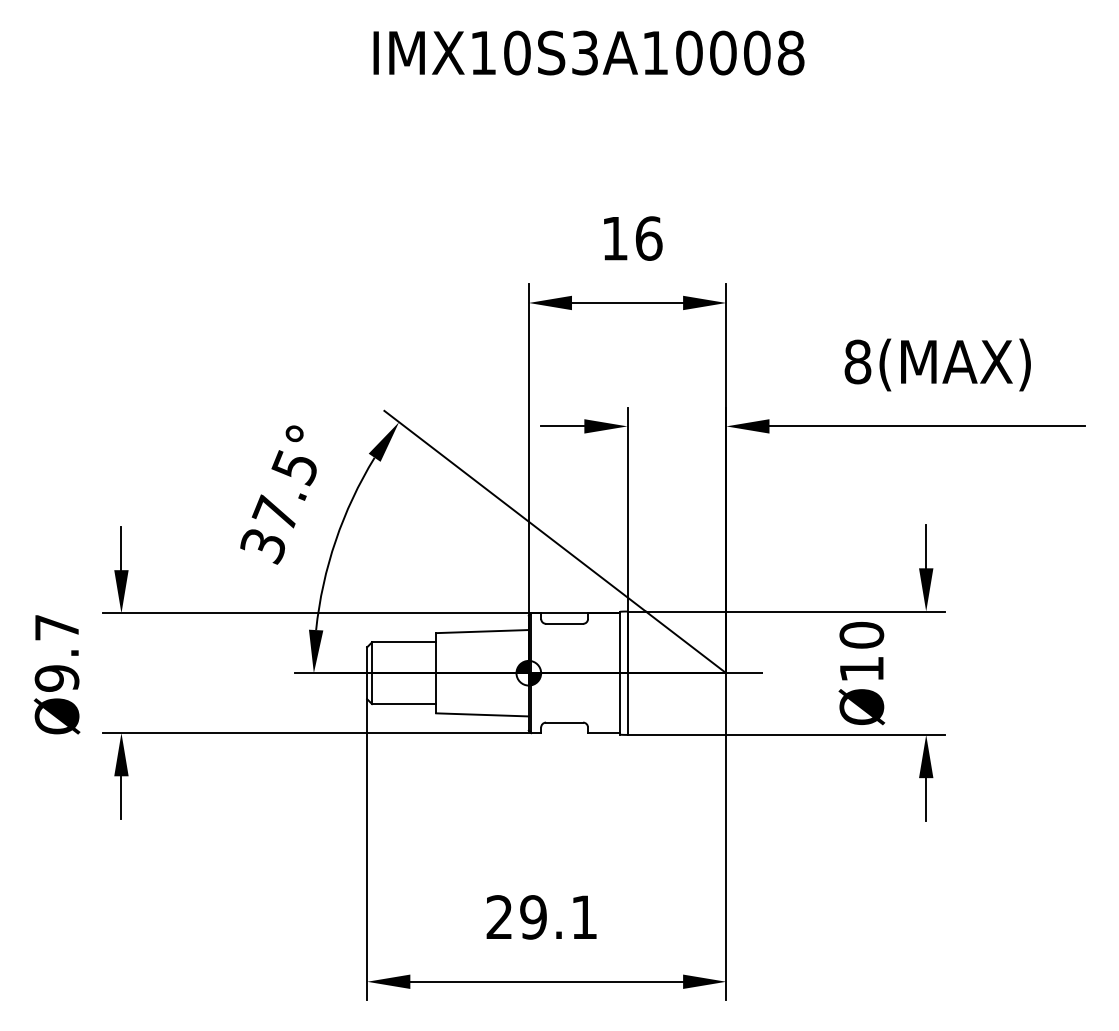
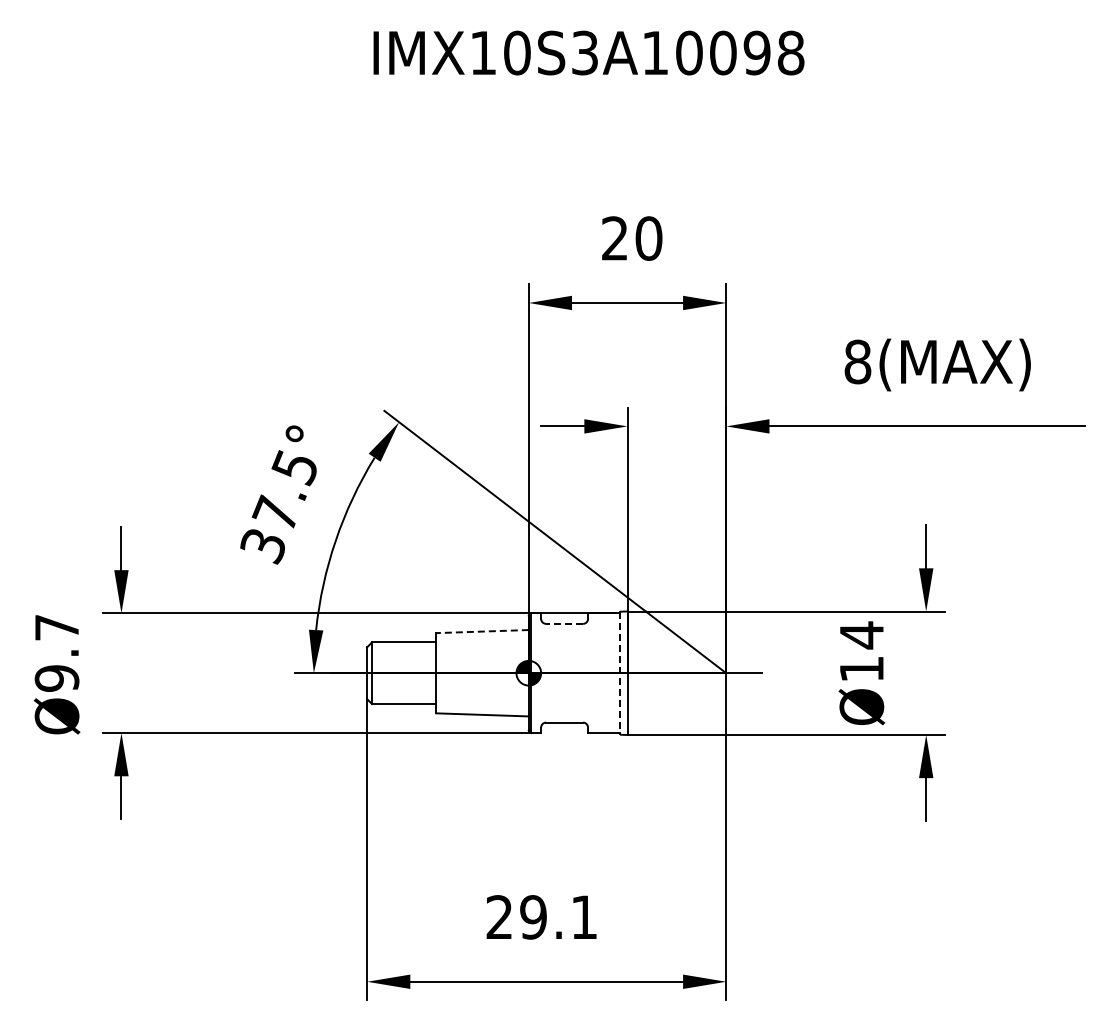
text at (756, 52): IMX10S3A10008 -> IMX10S3A10098
text at (632, 238): 16 -> 20
line at (564, 623): solid -> dashed
line at (482, 631): solid -> dashed
text at (861, 635): Ø10 -> Ø14
line at (620, 673): solid -> dashed
